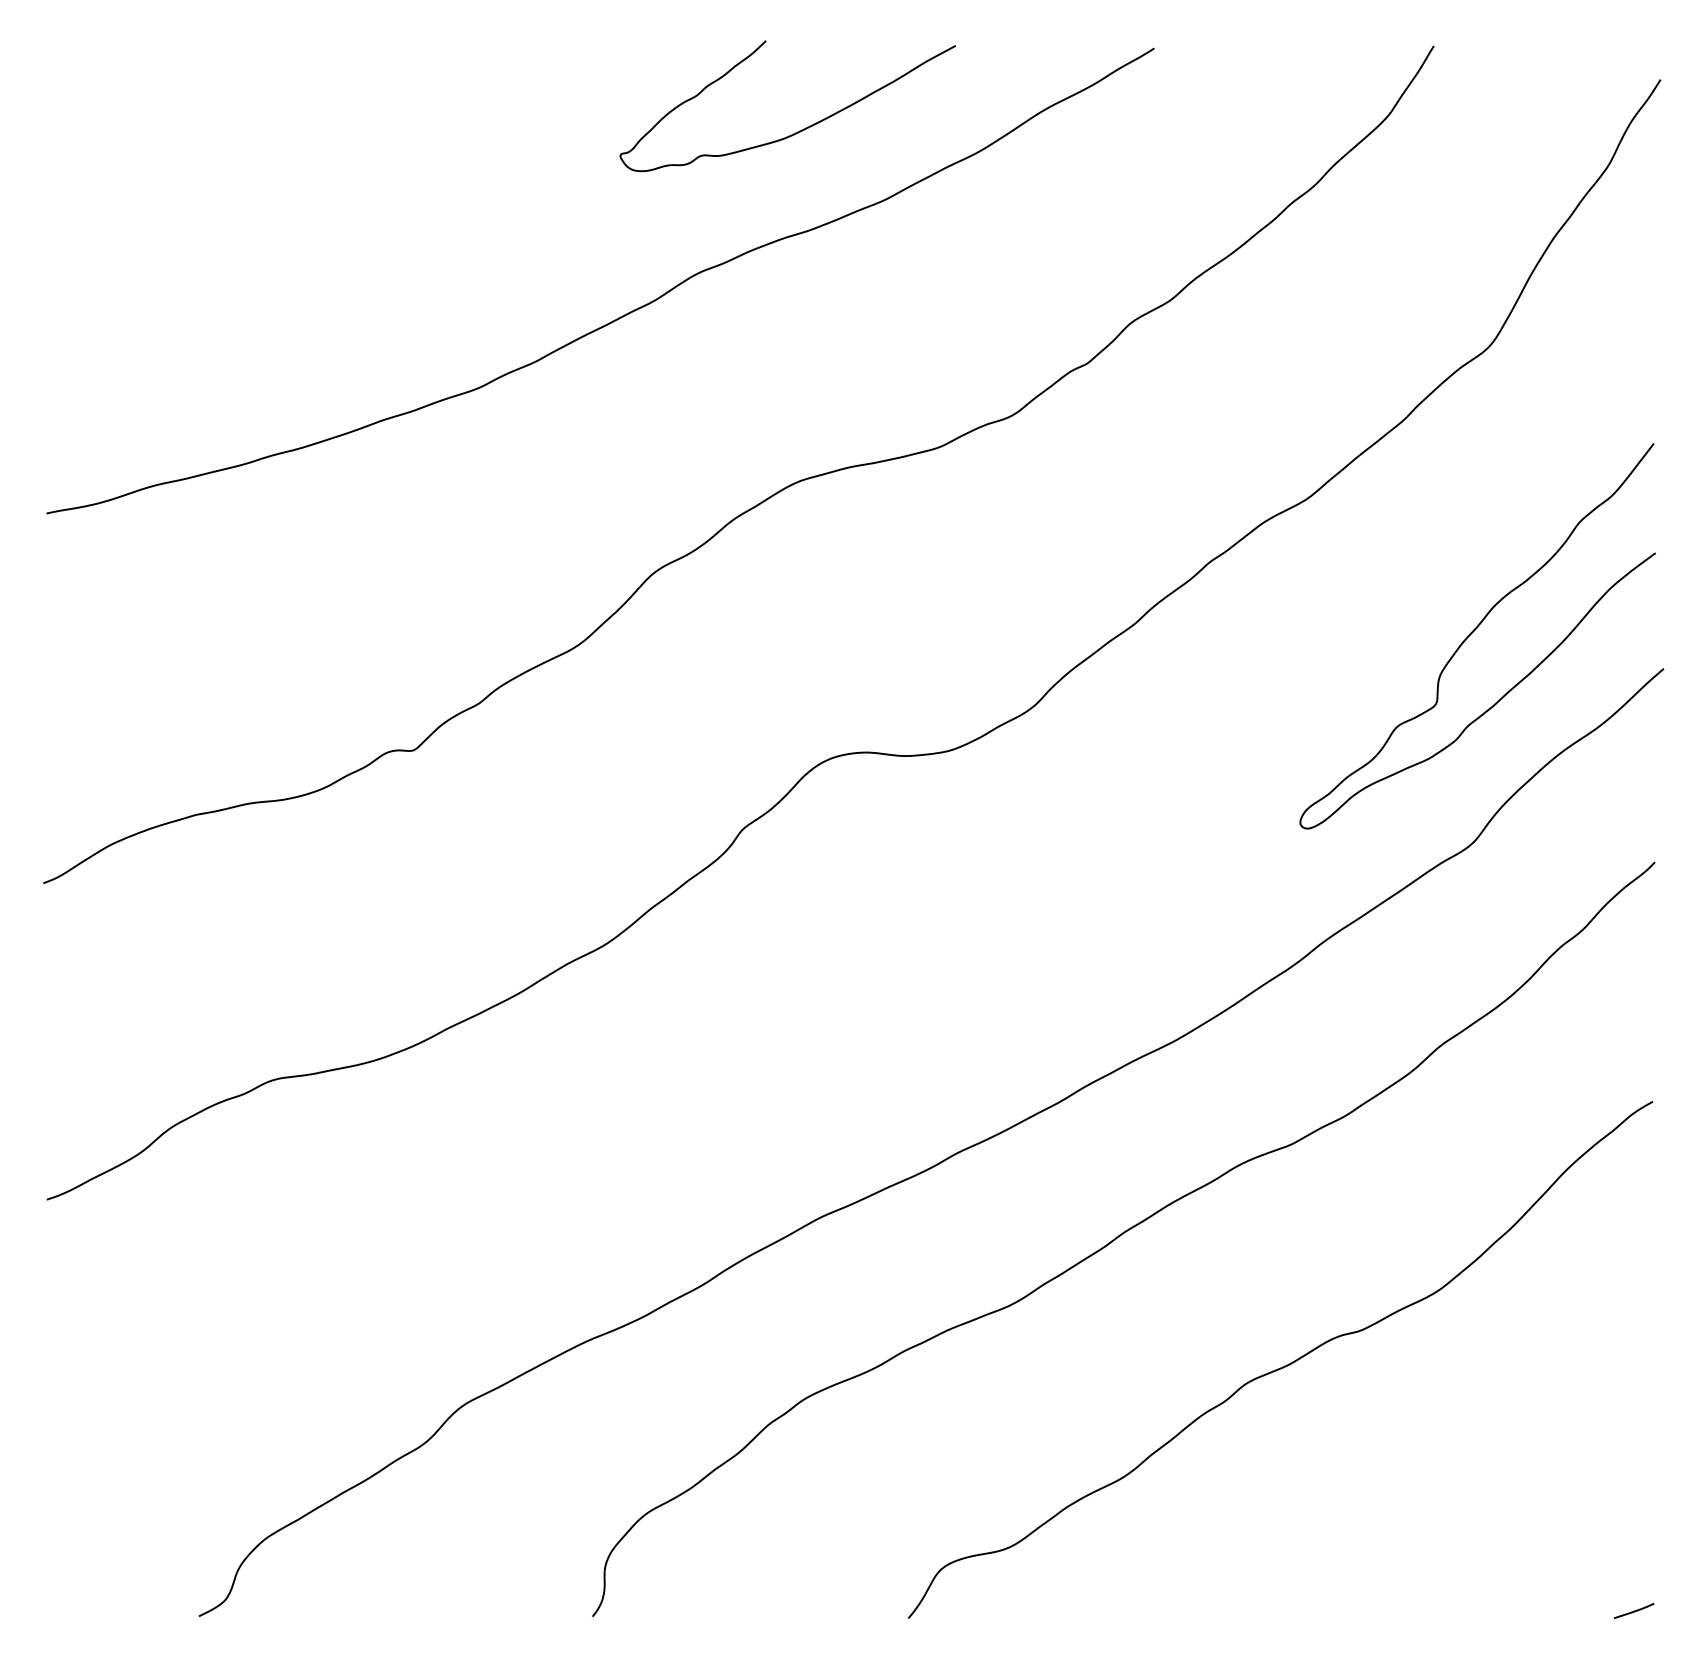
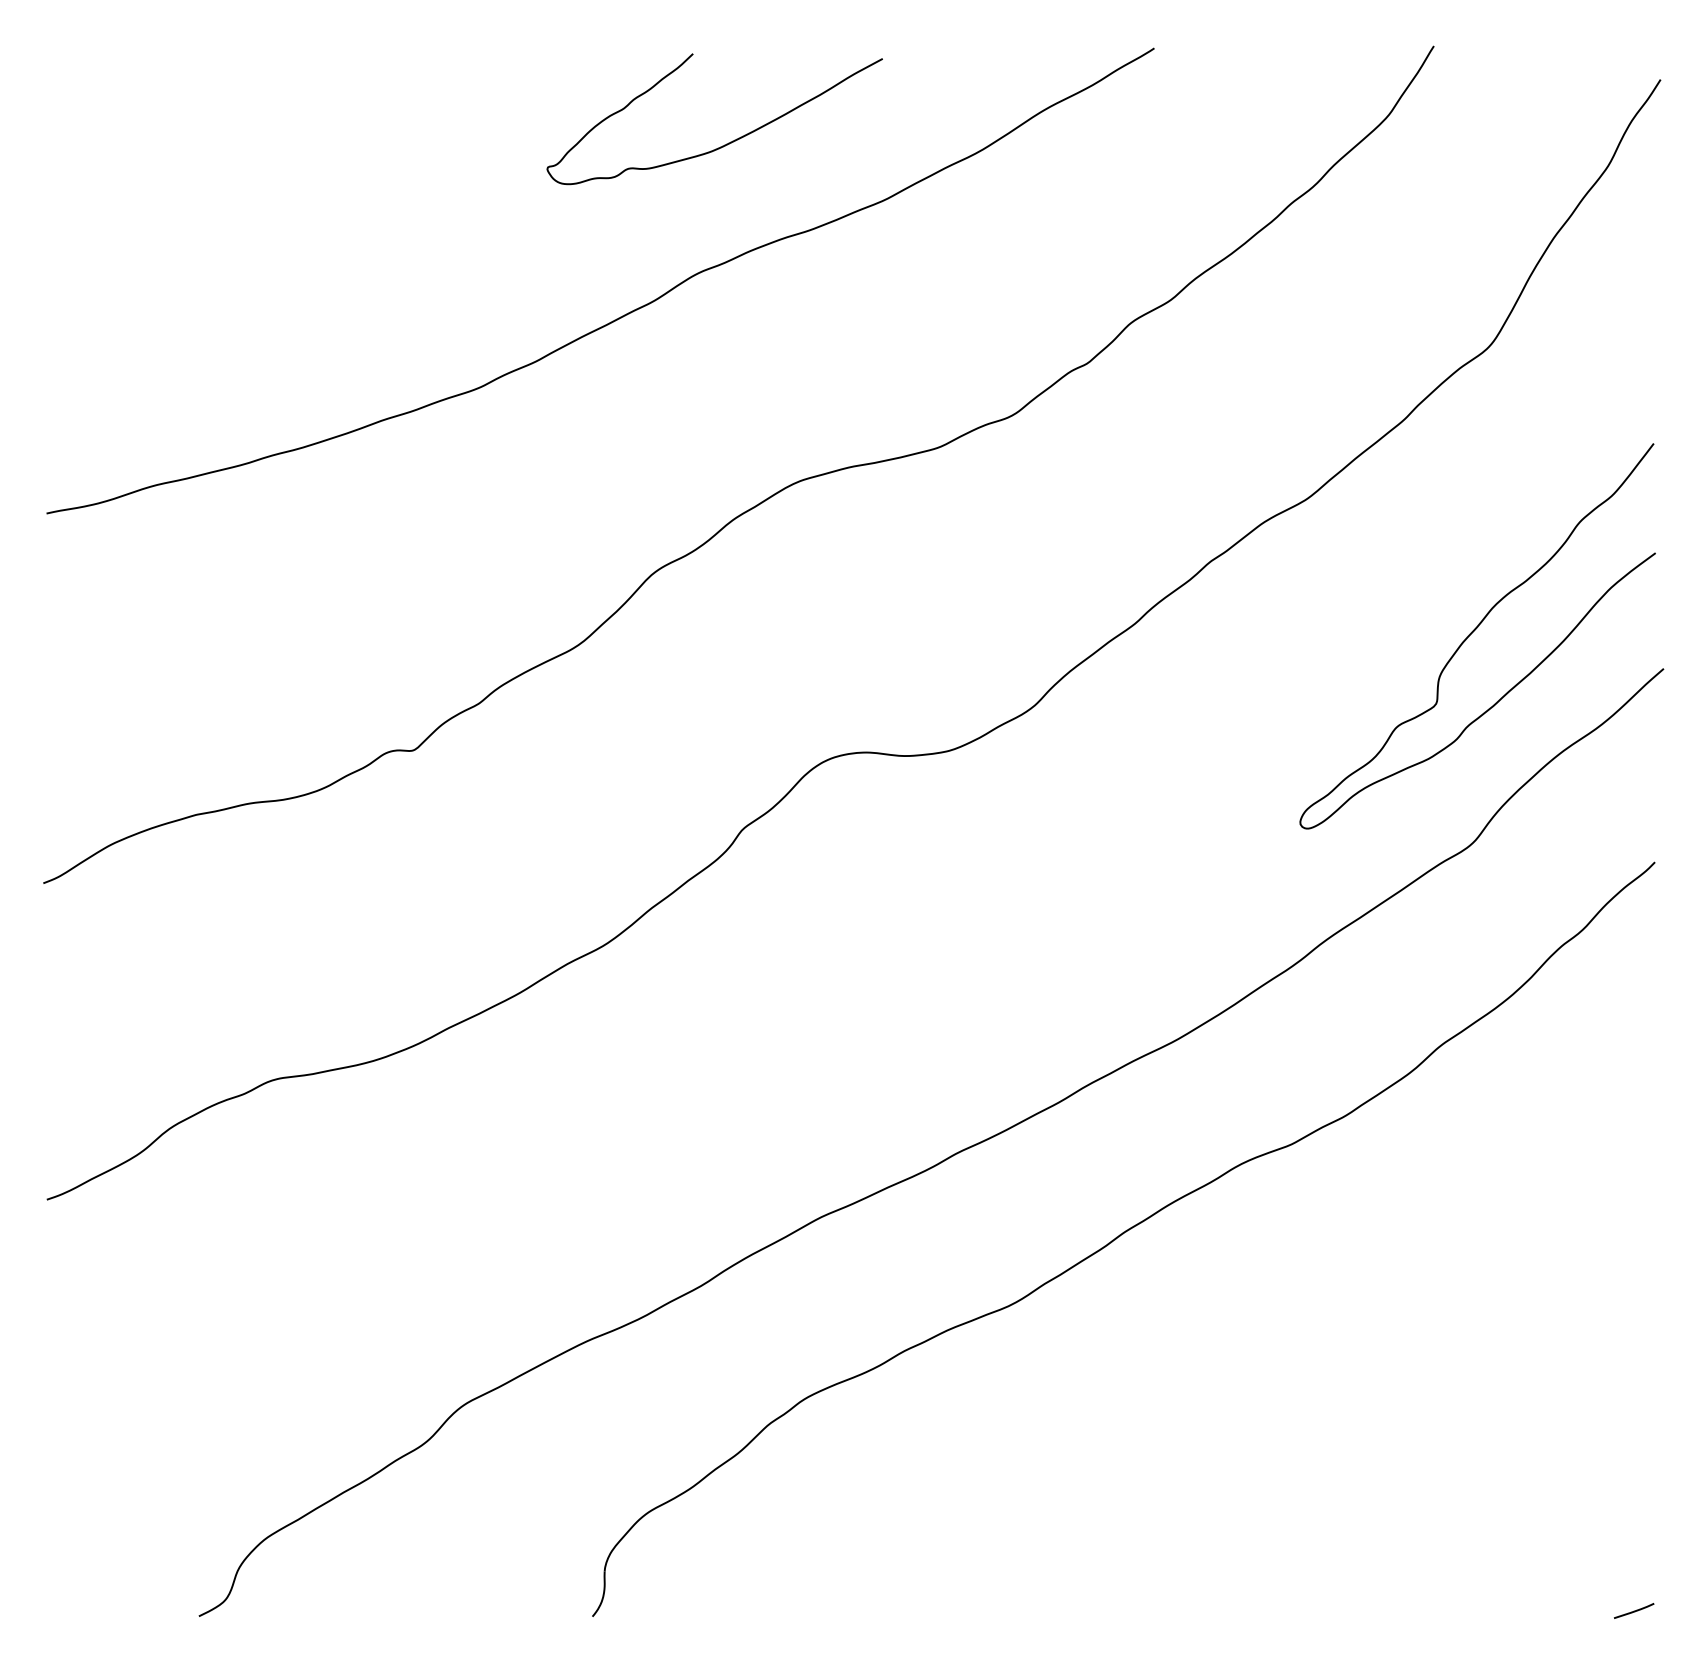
curve at (799, 130) position: (799, 130) -> (726, 143)
curve at (1284, 1365): present -> none
